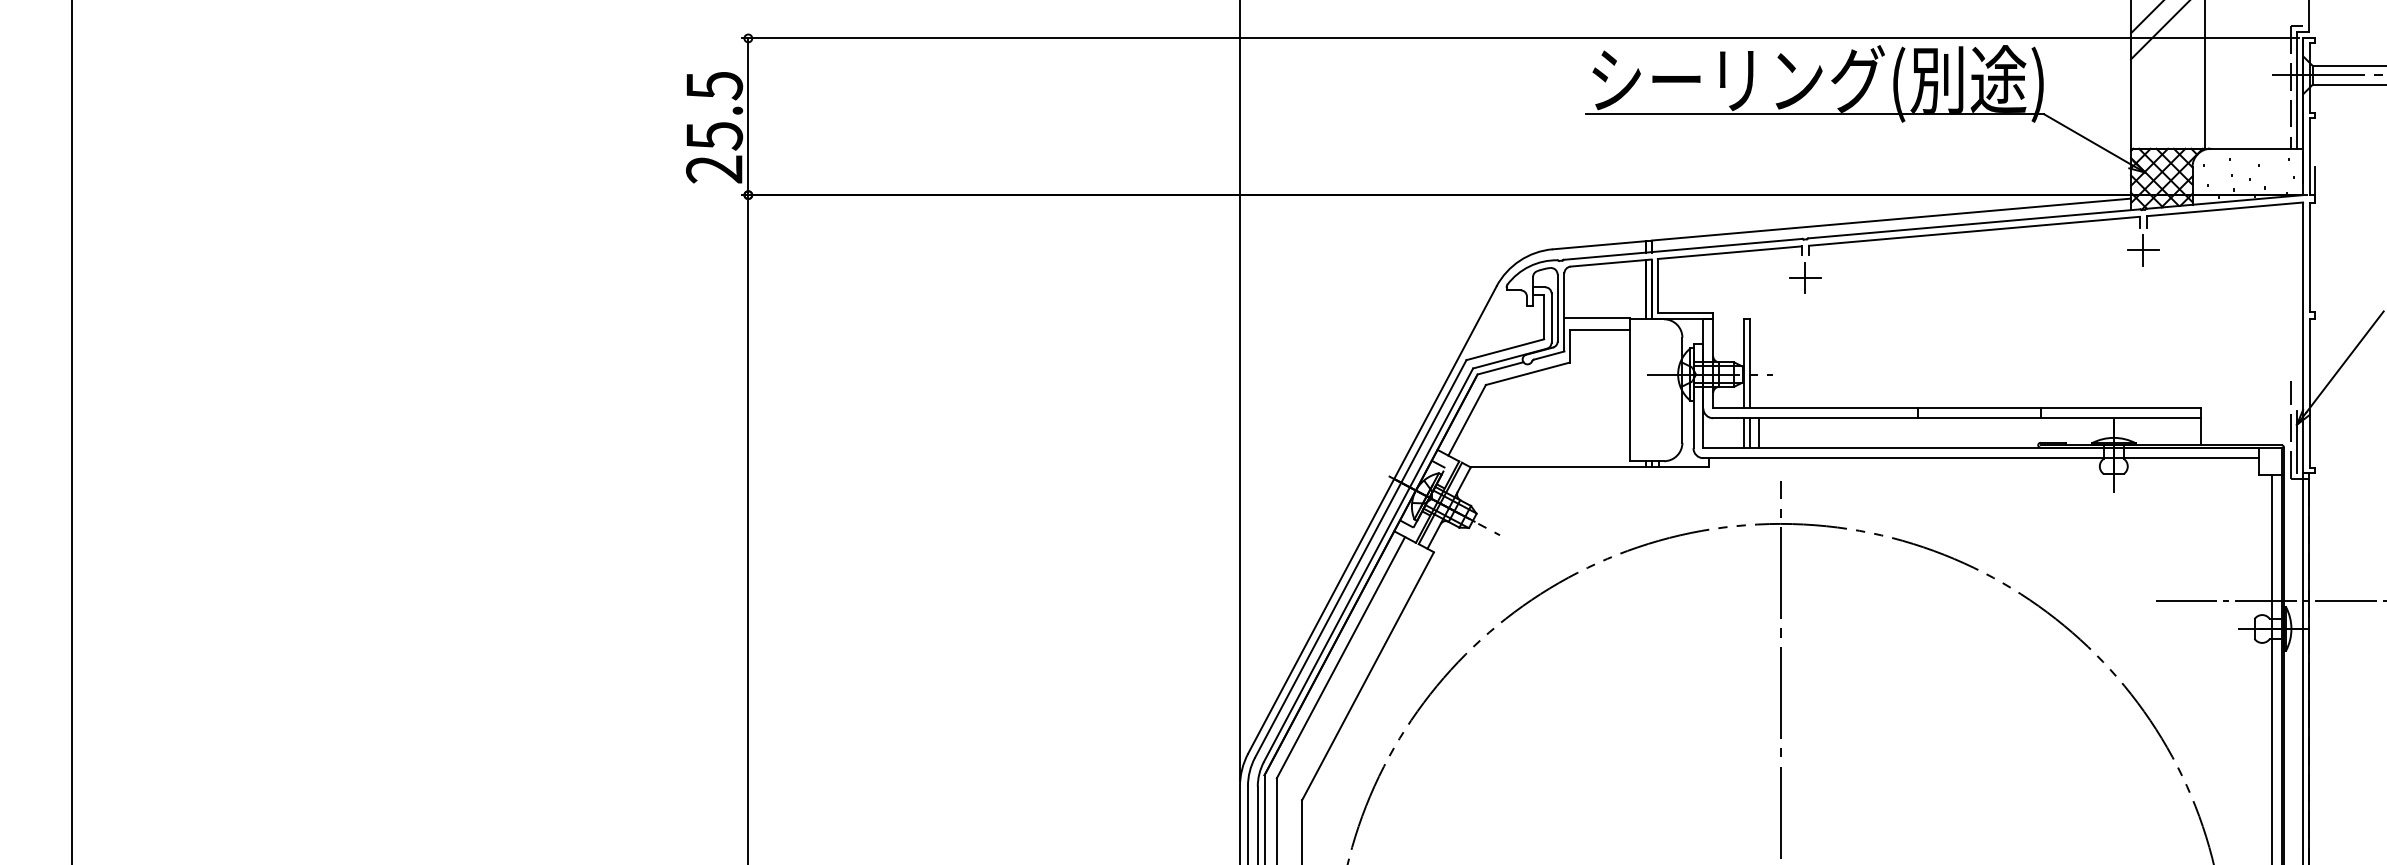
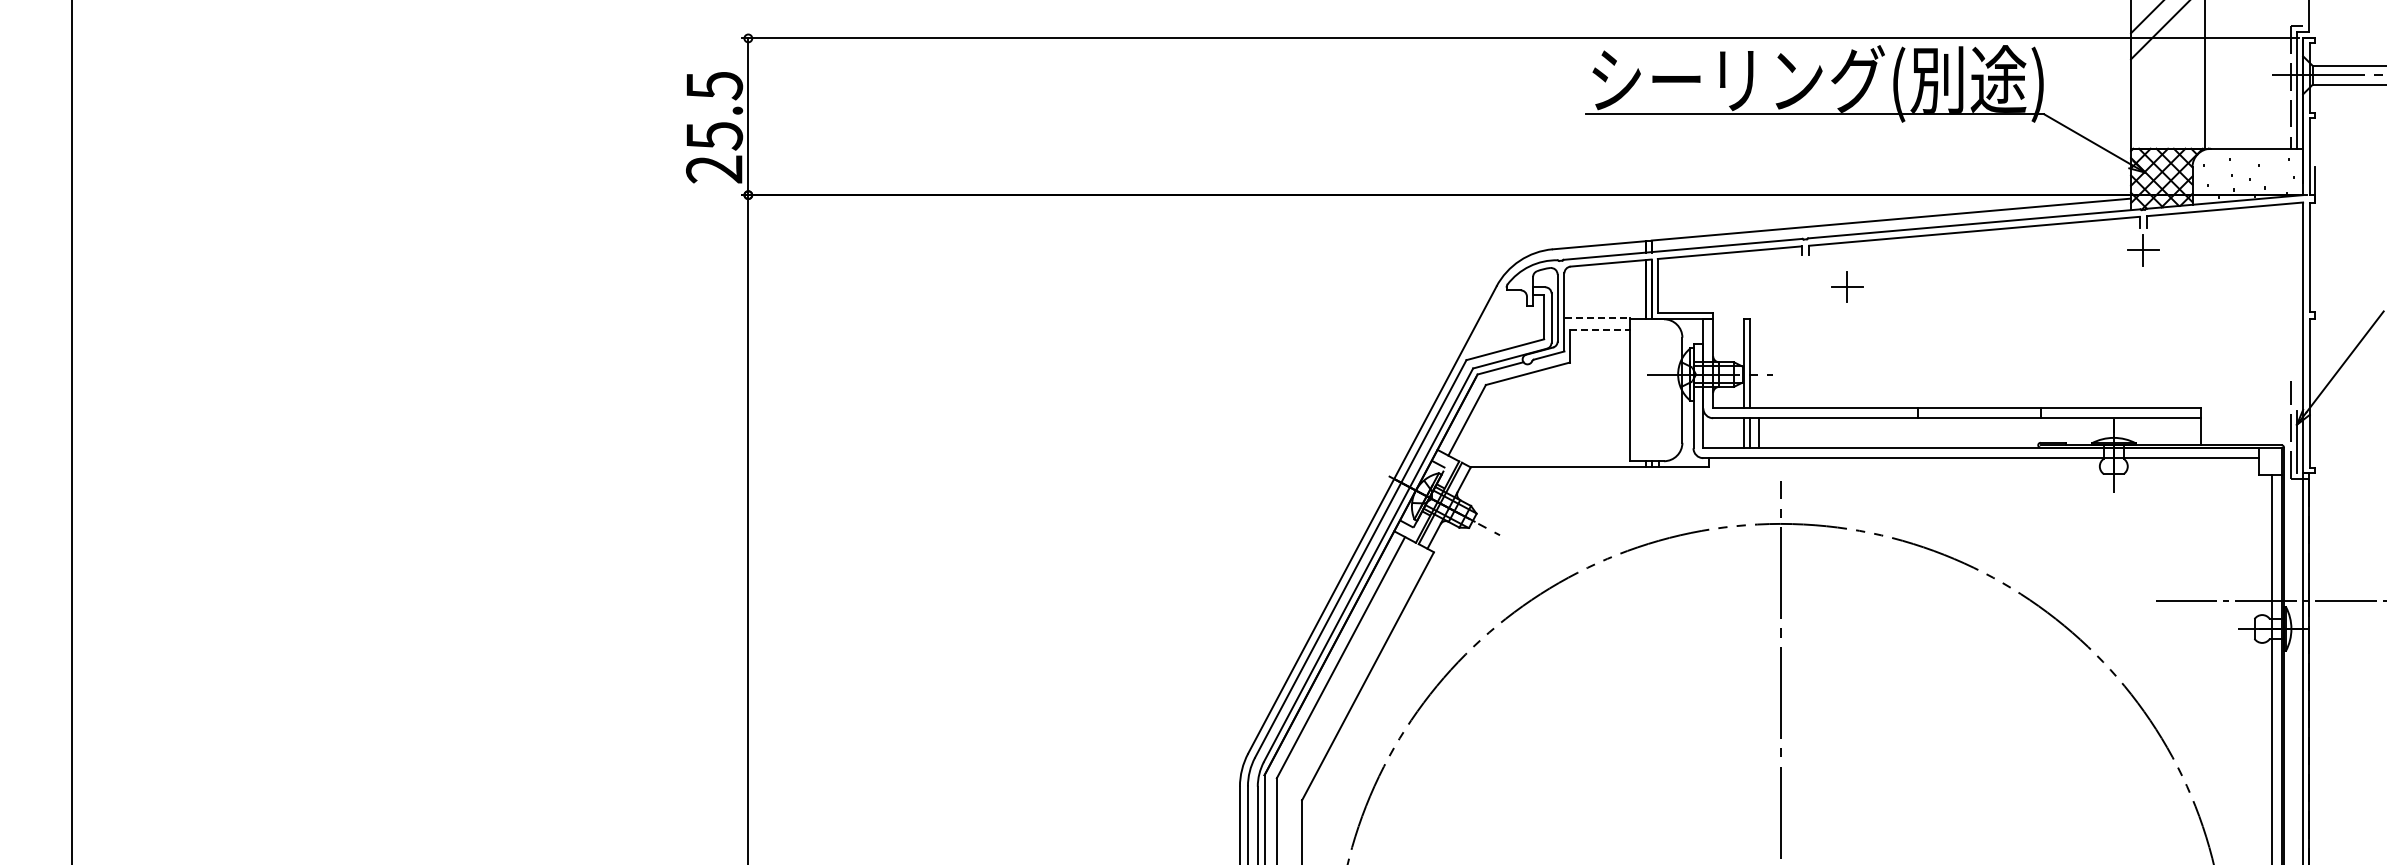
part at (1805, 277) position: (1805, 277) -> (1847, 286)
line at (1597, 318): solid -> dashed
line at (1599, 330): solid -> dashed
line at (1239, 391): present -> none
